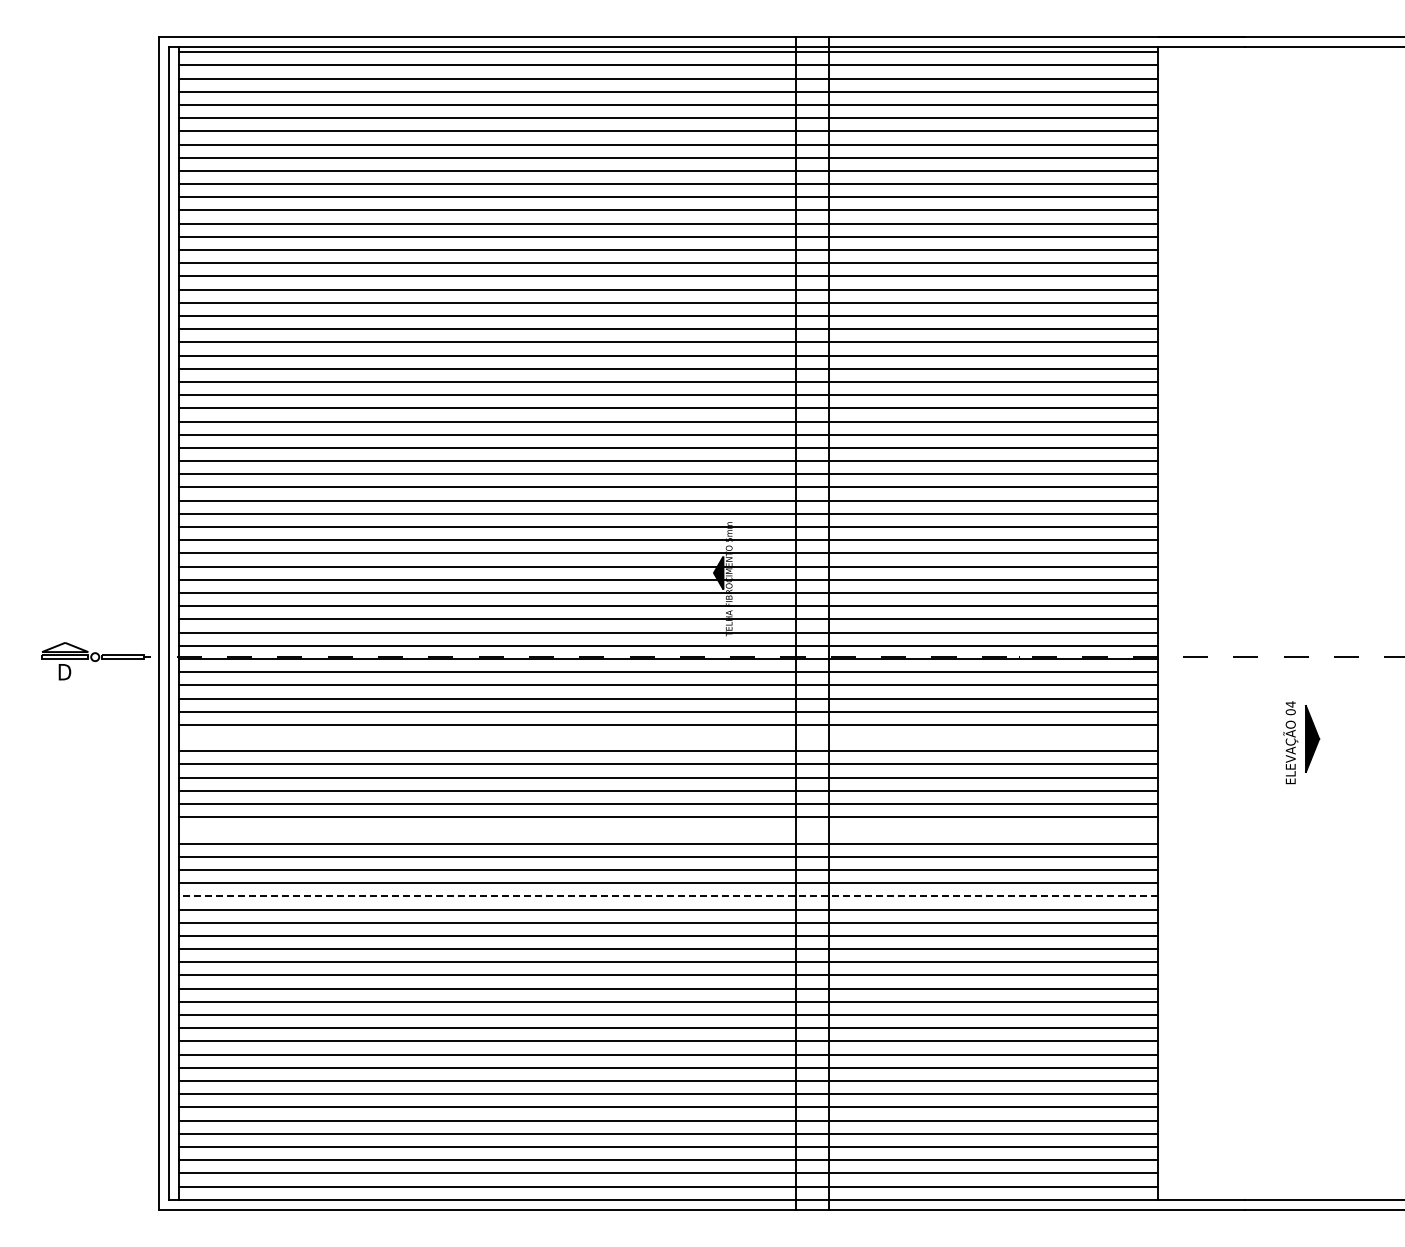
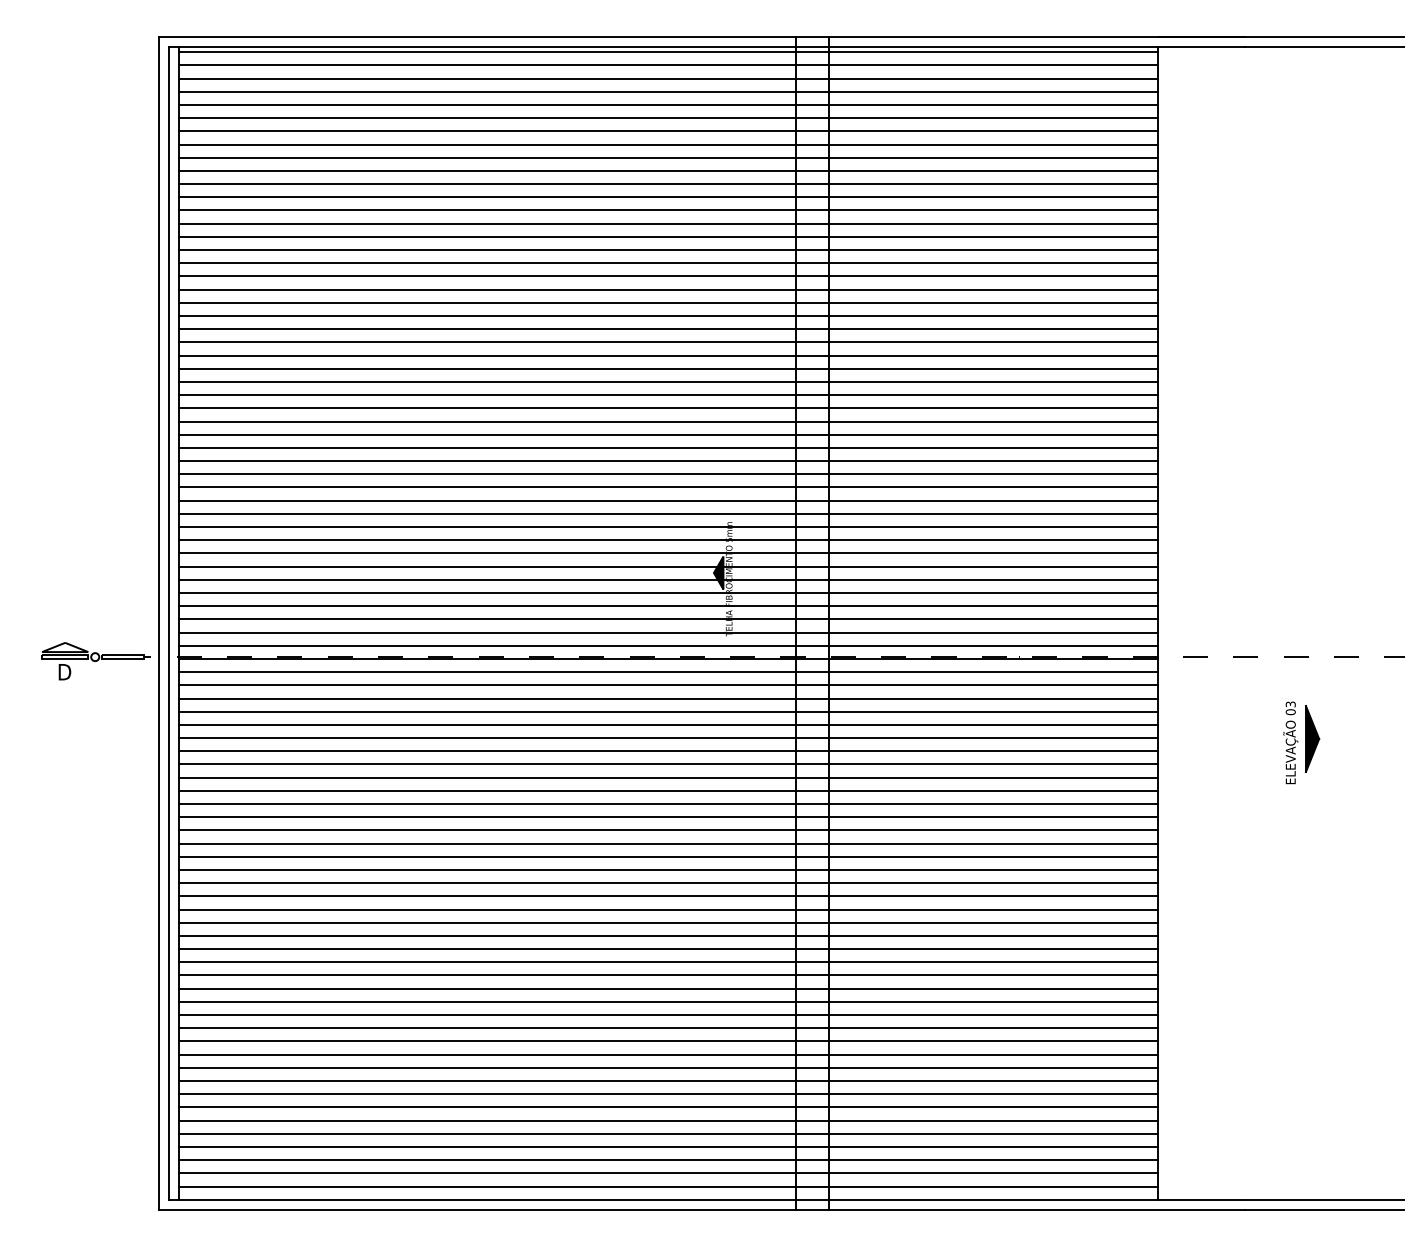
text at (1290, 704): 04 -> 03
line at (668, 738): none -> present
line at (668, 830): none -> present
line at (668, 896): dashed -> solid
